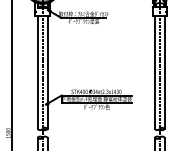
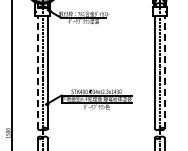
line at (37, 72): solid -> dashed
line at (164, 72): solid -> dashed
